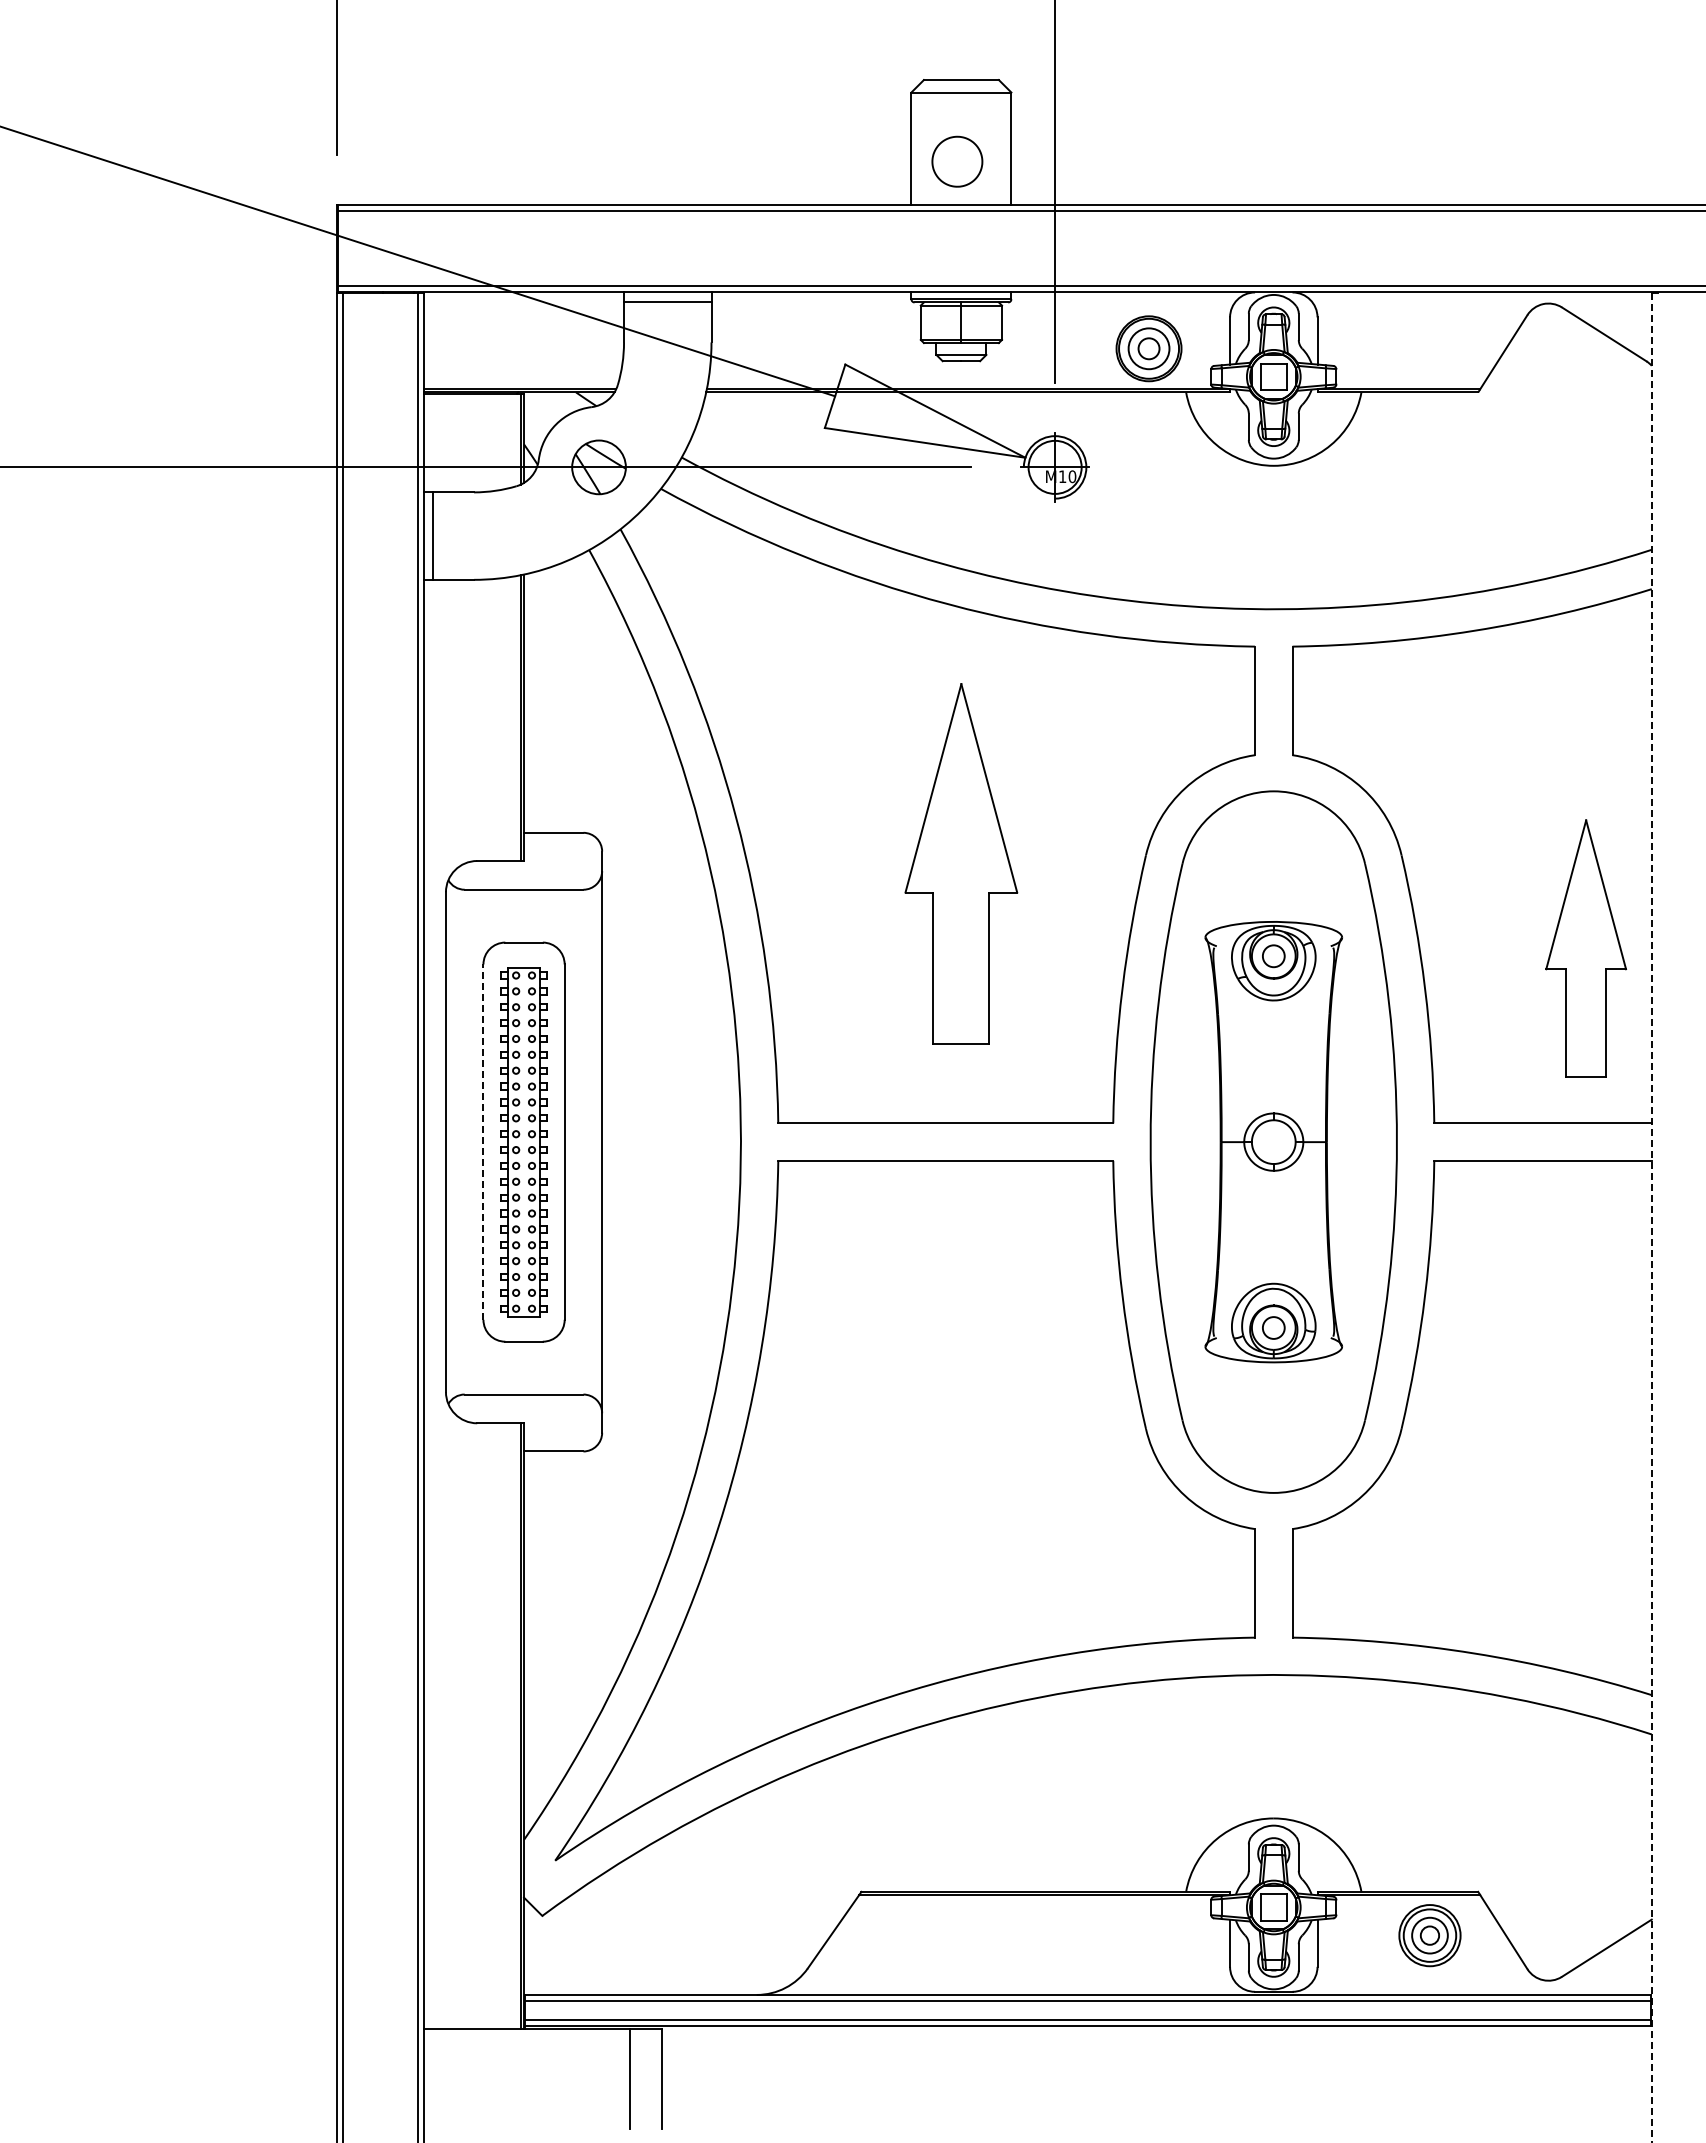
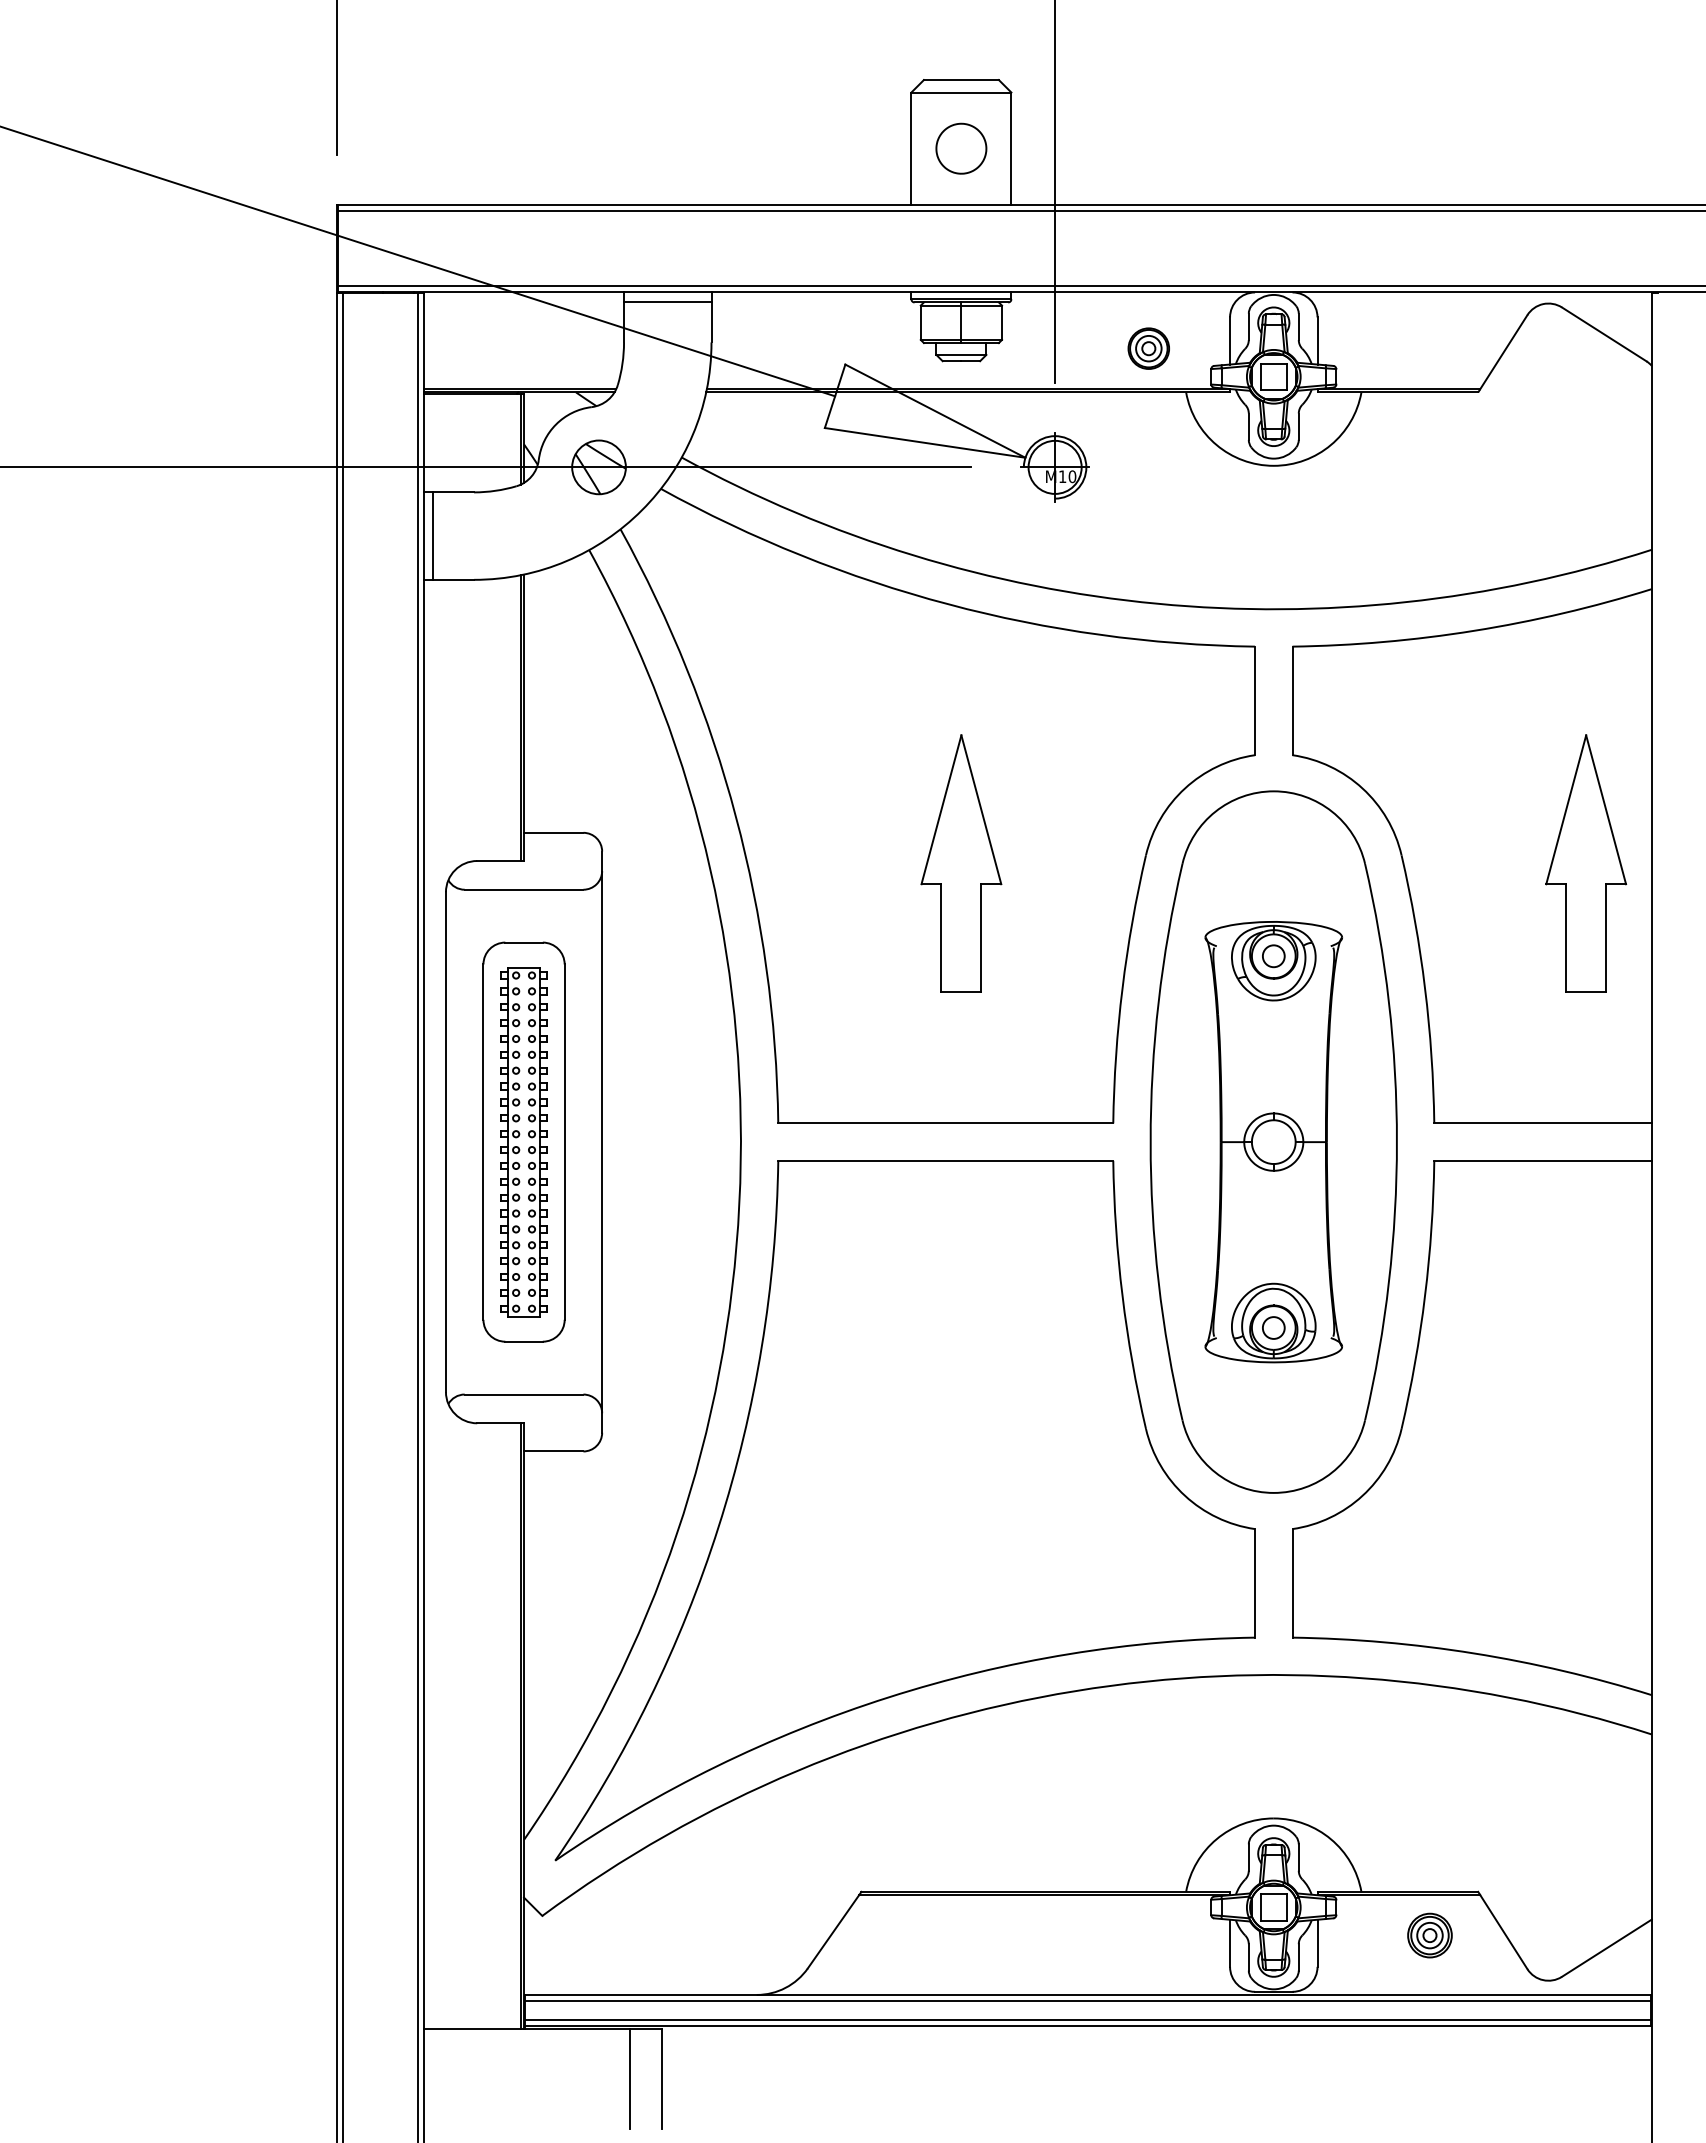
part at (957, 161) position: (957, 161) -> (961, 148)
part at (1148, 348) size: 68x68 px -> 43x43 px
part at (961, 863) size: 115x362 px -> 83x259 px
part at (1586, 948) position: (1586, 948) -> (1586, 863)
line at (483, 1142): dashed -> solid
line at (1651, 1217): dashed -> solid
part at (1429, 1935) size: 64x64 px -> 46x47 px
